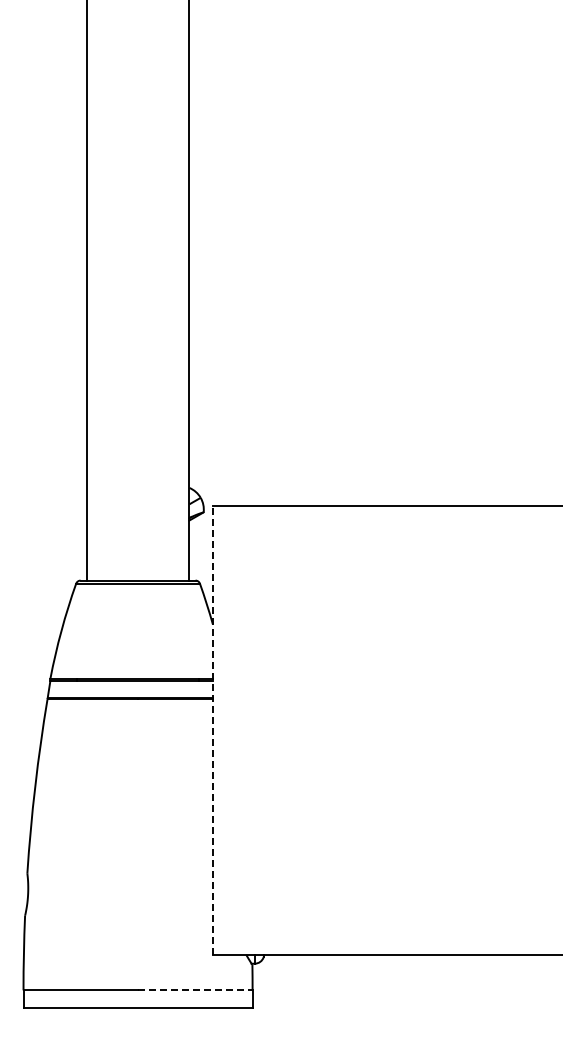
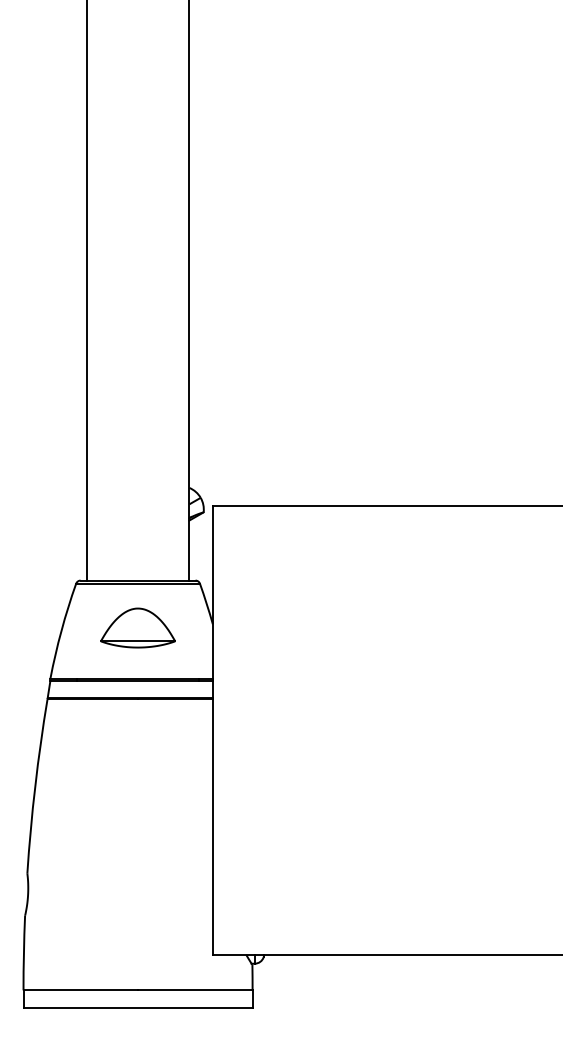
part at (137, 627): none -> present
line at (212, 729): dashed -> solid
line at (195, 990): dashed -> solid
